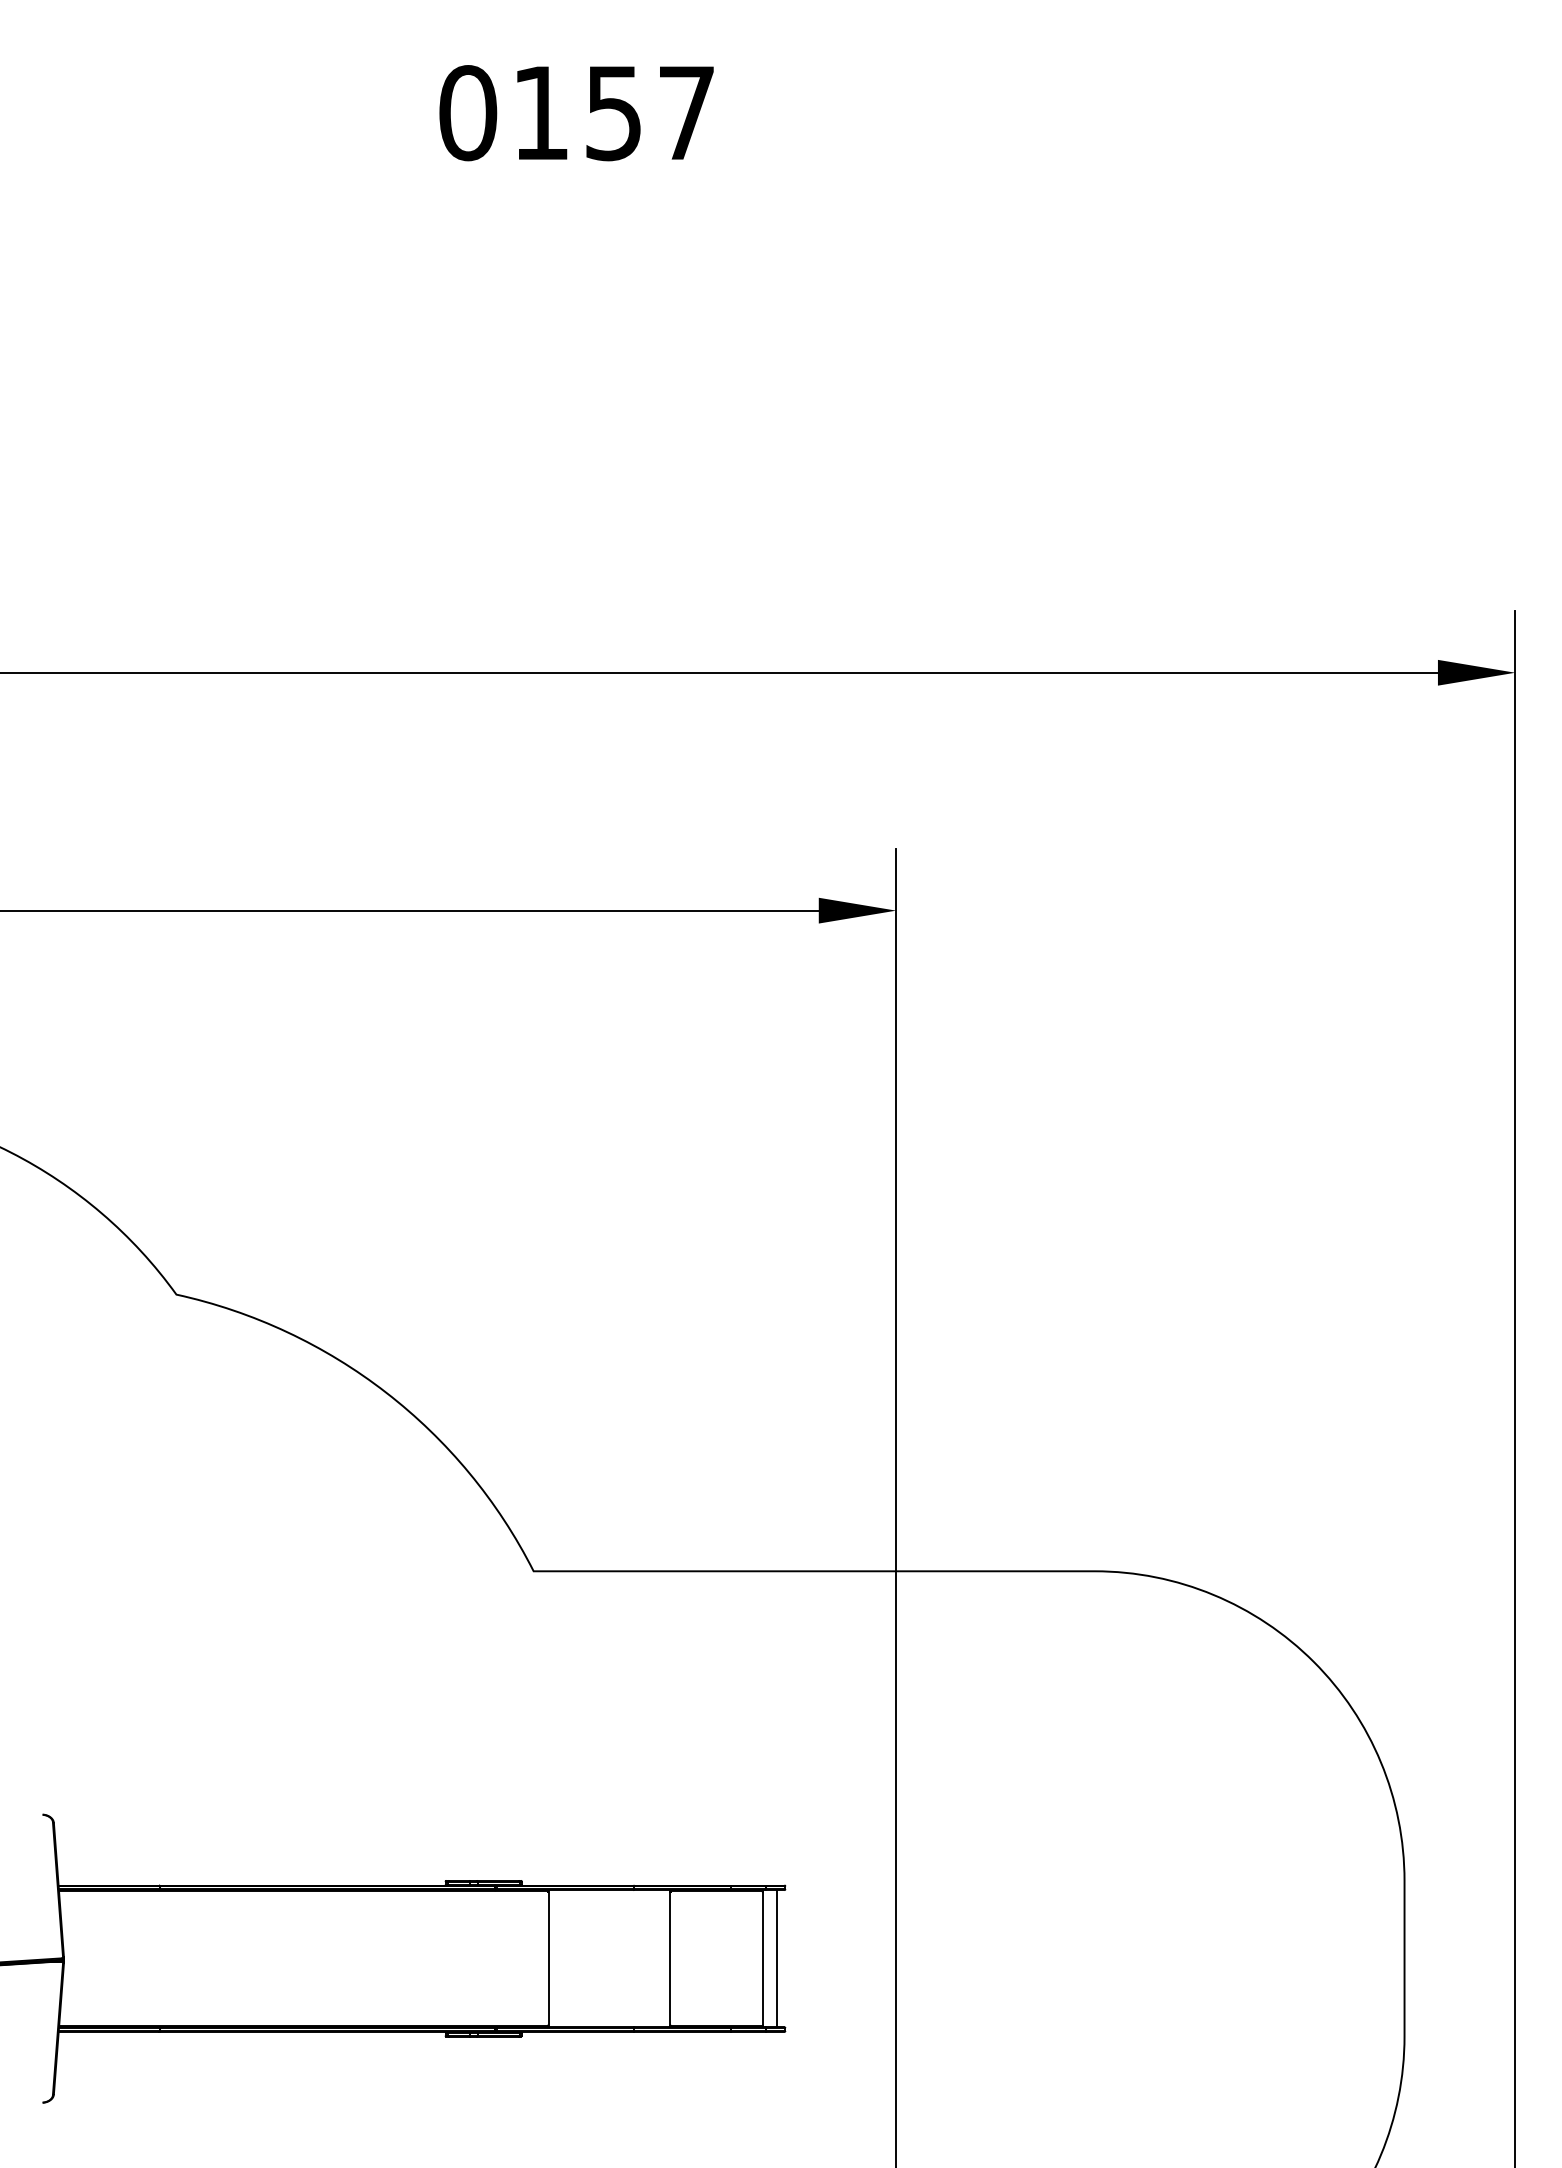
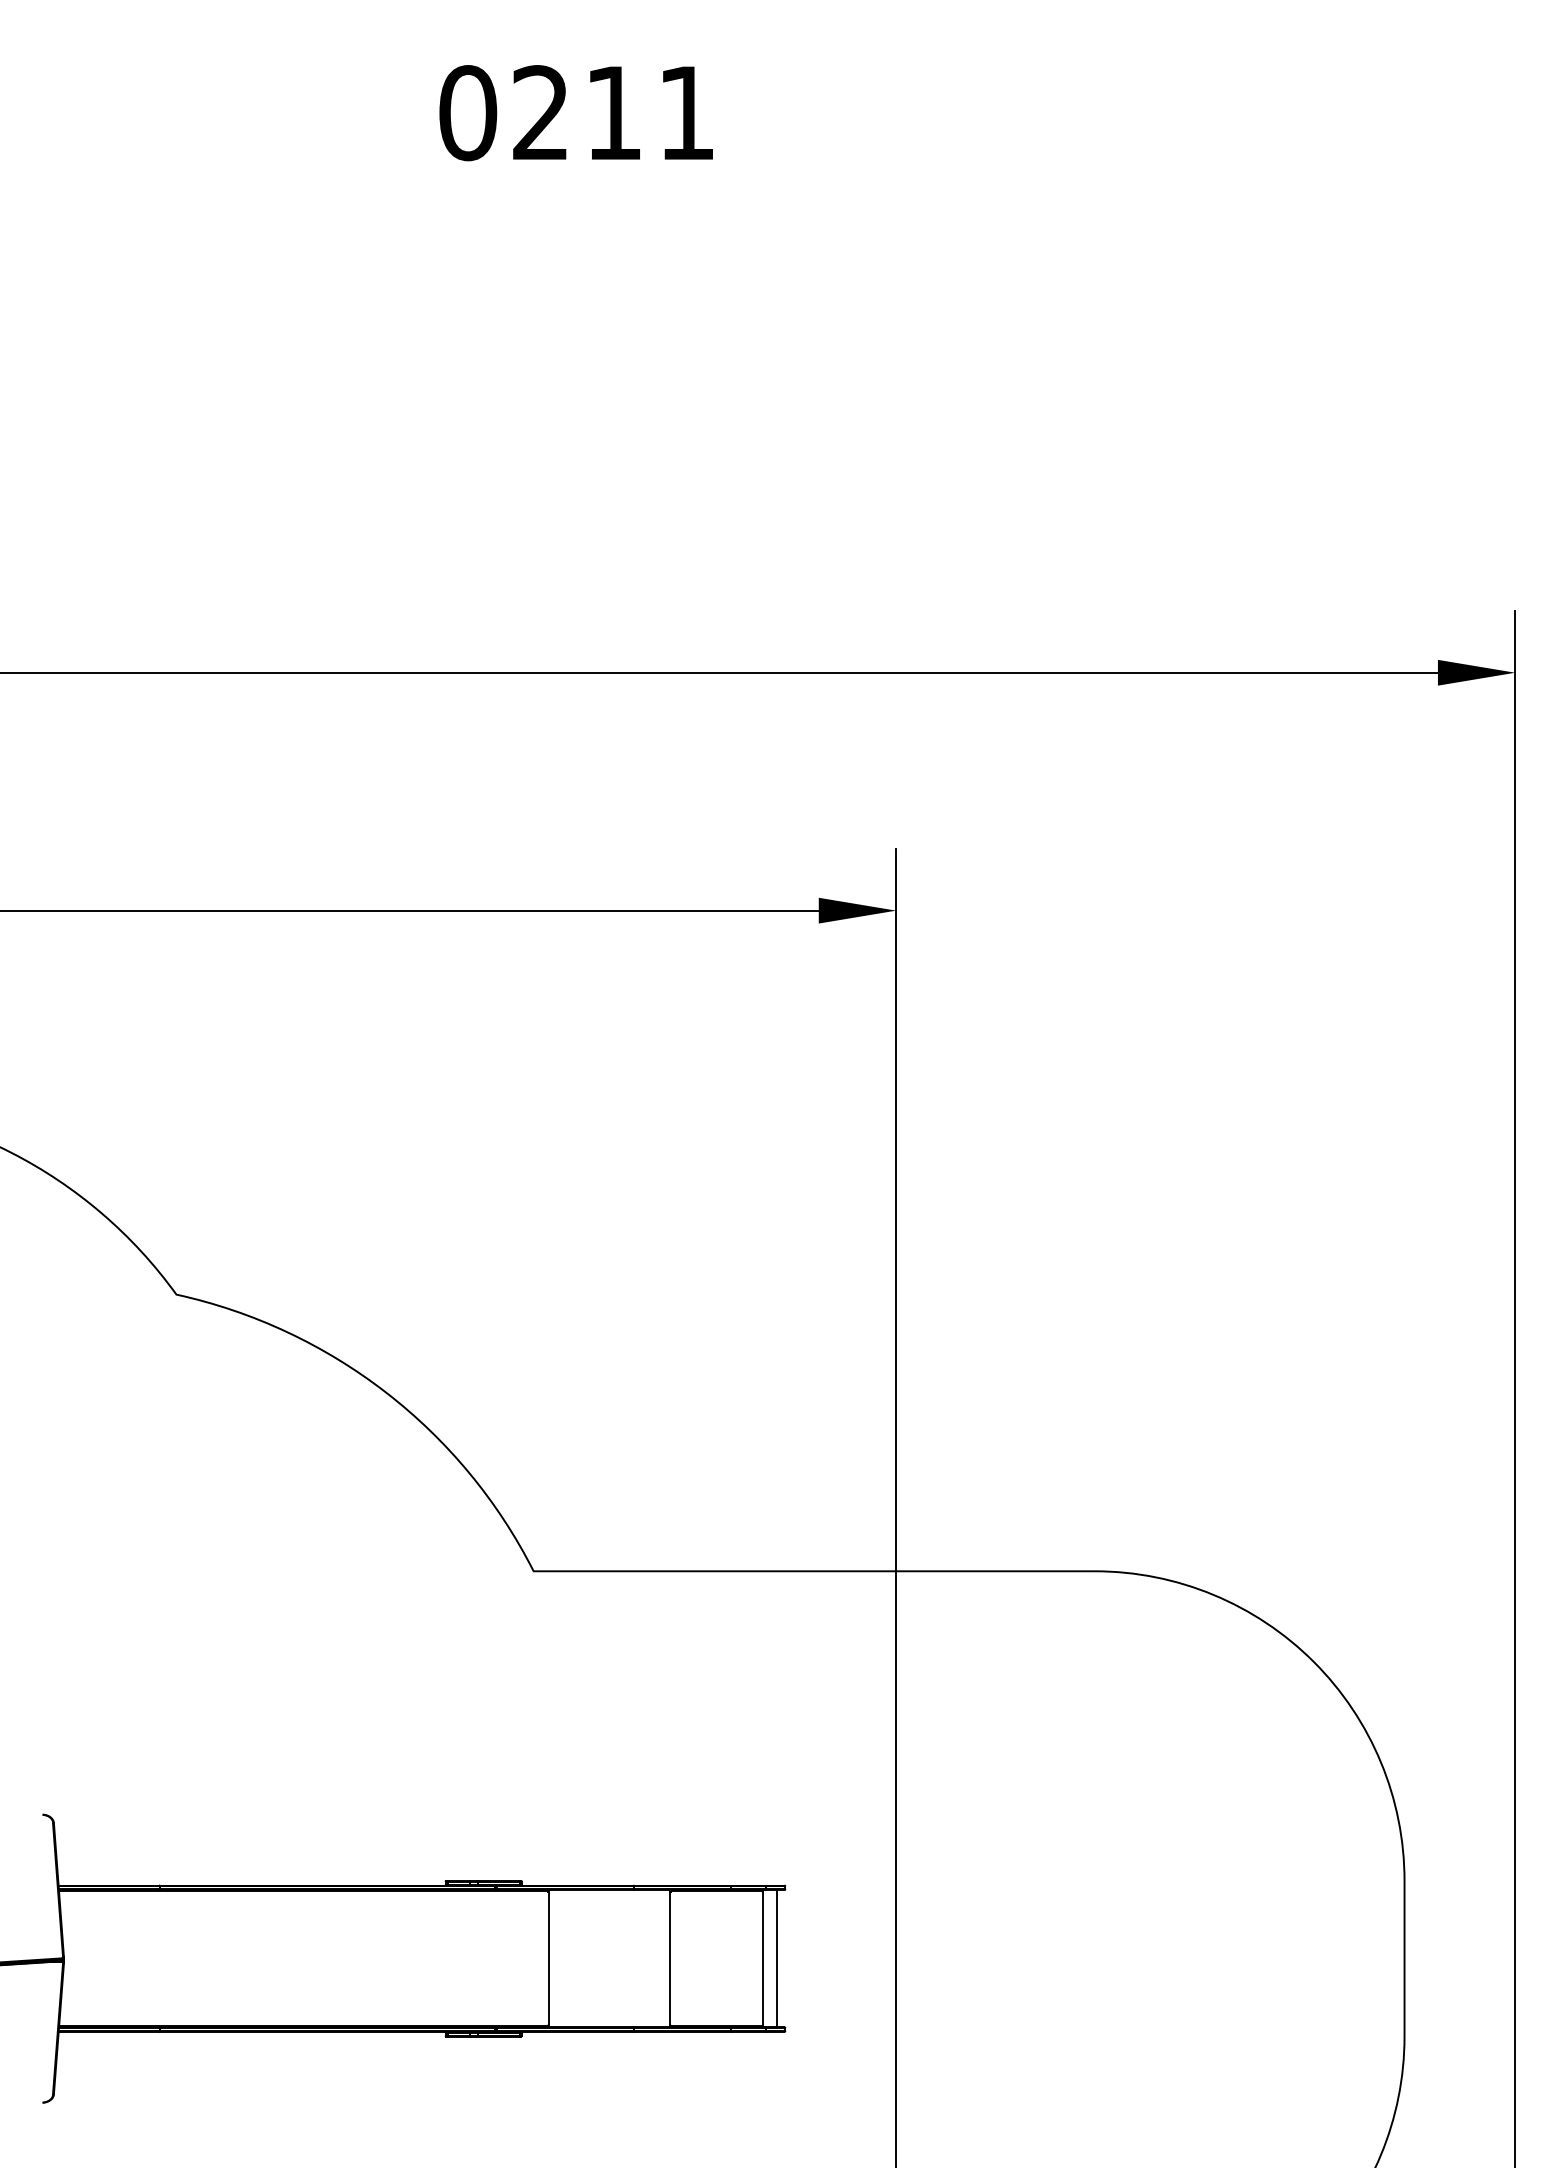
text at (613, 113): 0157 -> 0211
